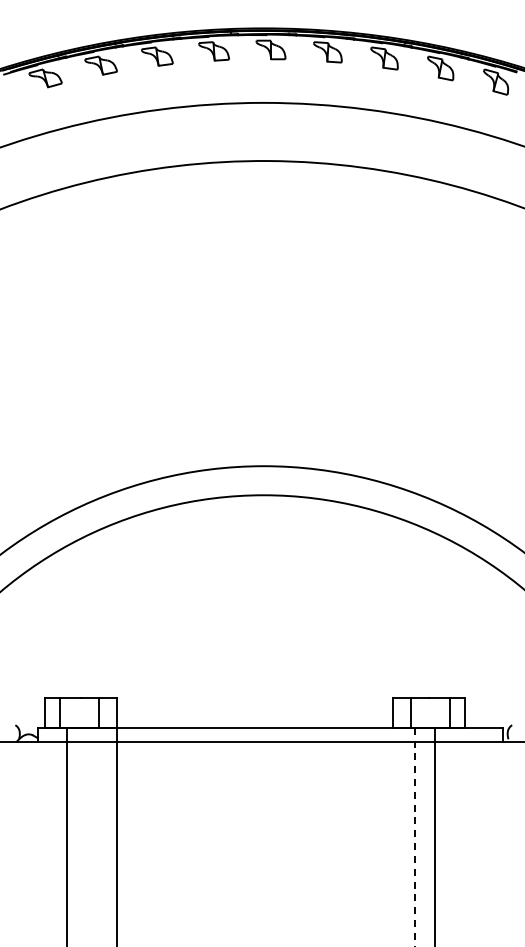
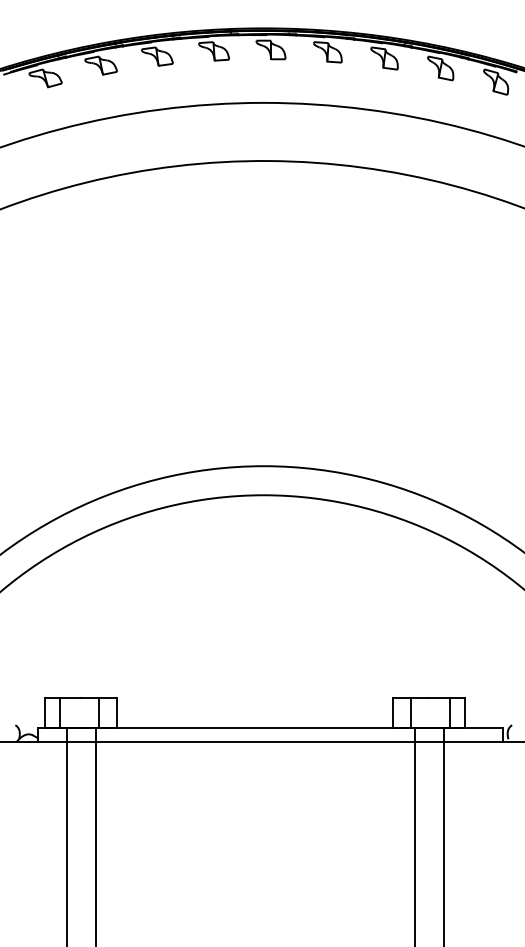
line at (116, 835) position: (116, 835) -> (95, 835)
line at (435, 835) position: (435, 835) -> (444, 835)
line at (415, 837): dashed -> solid
